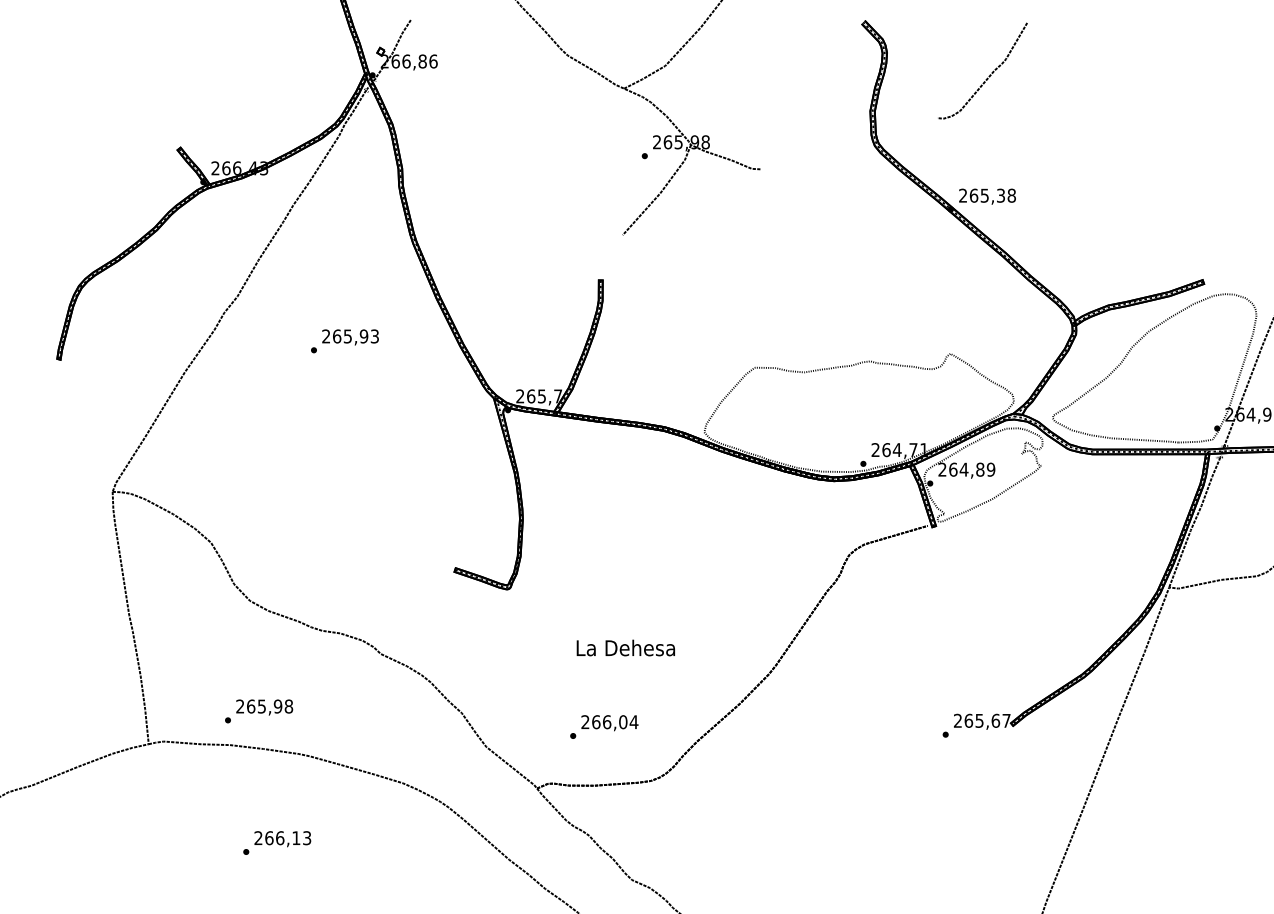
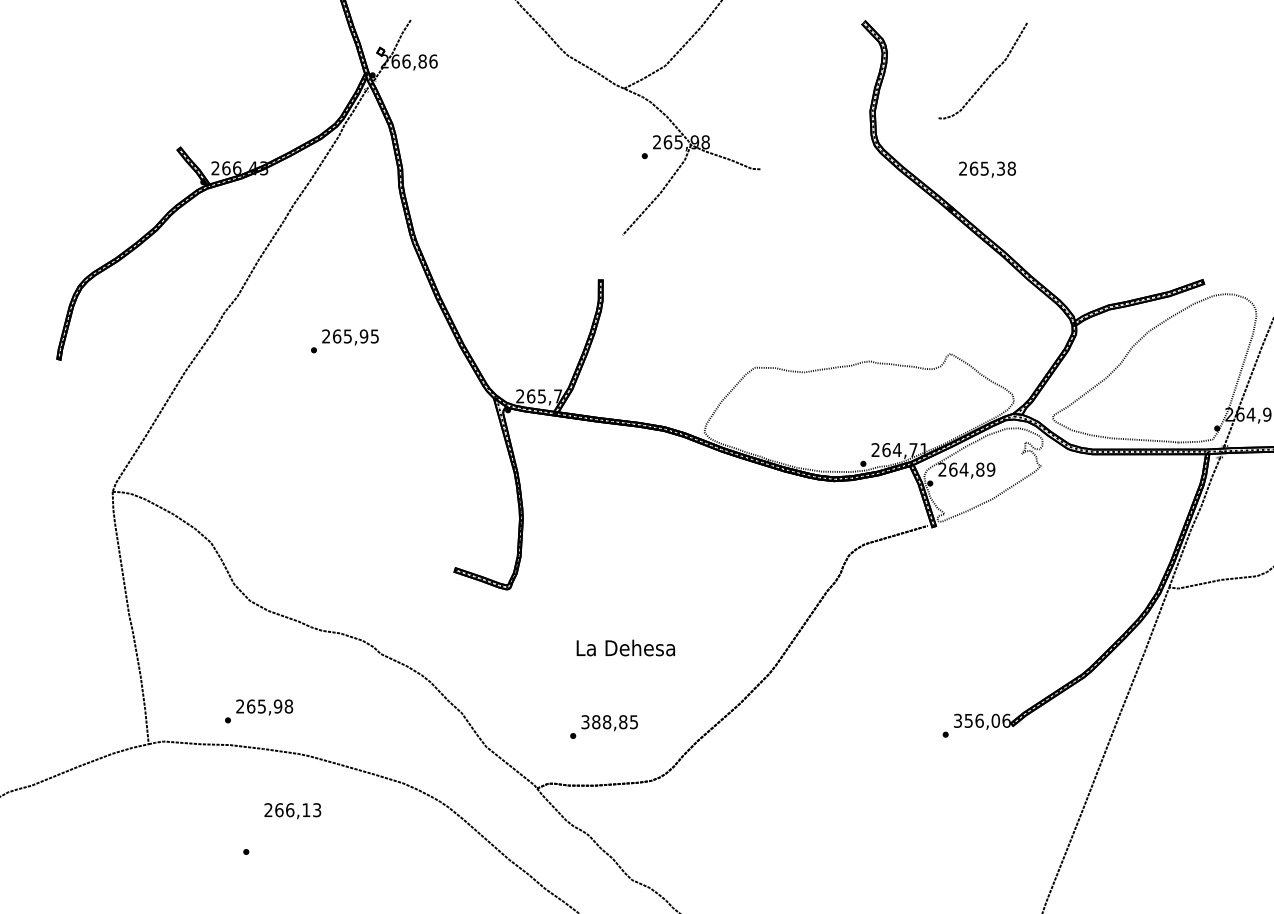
text at (987, 196) position: (987, 196) -> (987, 169)
text at (374, 335): 265,93 -> 265,95
text at (982, 720): 265,67 -> 356,06
text at (609, 722): 266,04 -> 388,85
text at (282, 839) position: (282, 839) -> (292, 811)
